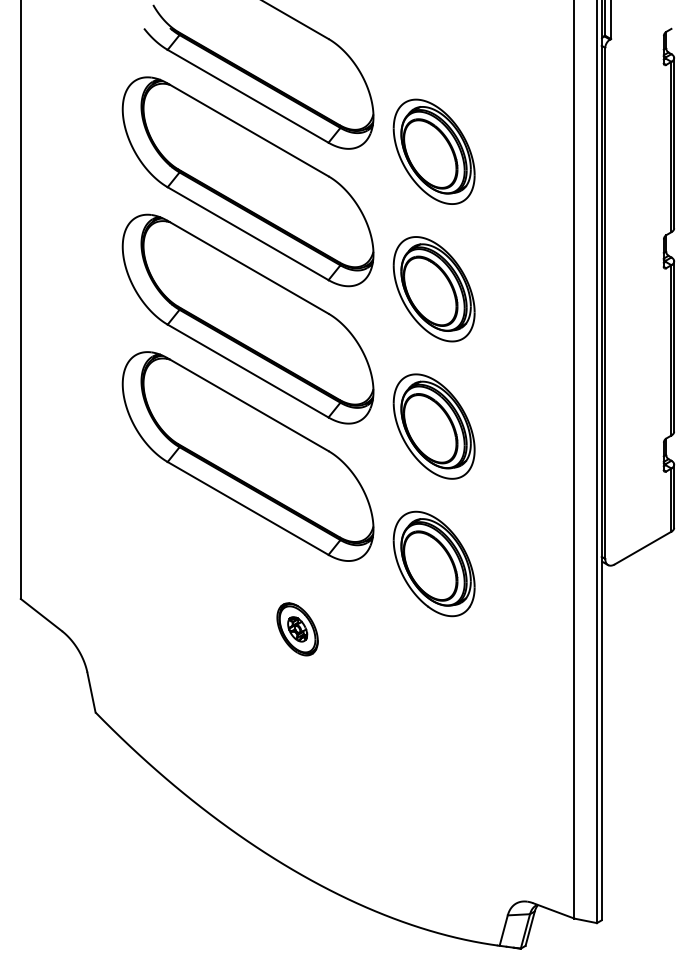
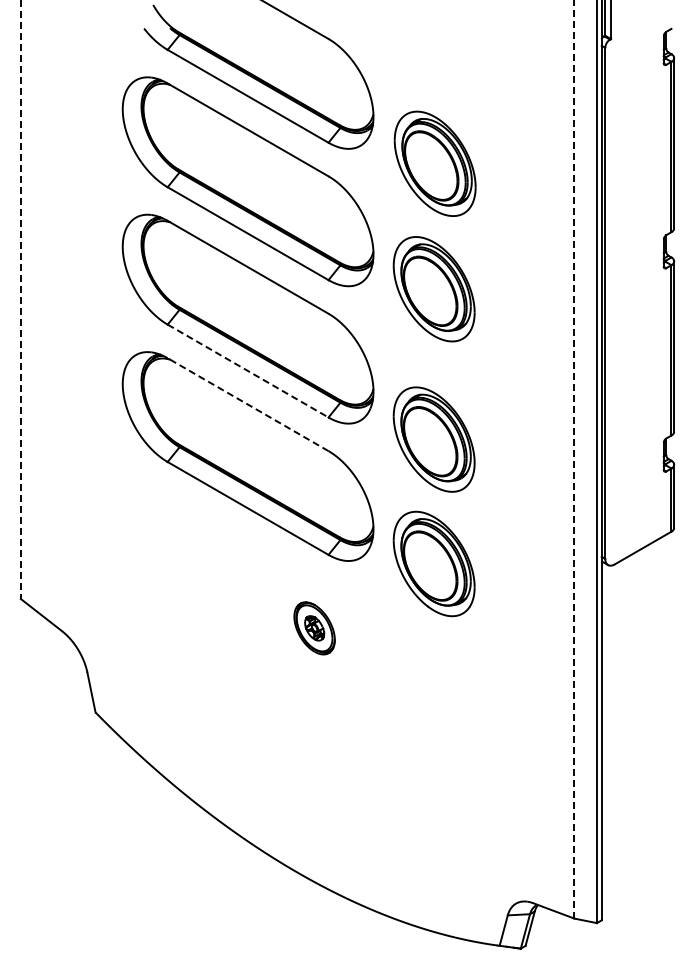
part at (433, 151) position: (433, 151) -> (434, 163)
line at (20, 300): solid -> dashed
line at (248, 371): solid -> dashed
line at (248, 404): solid -> dashed
part at (433, 426) position: (433, 426) -> (433, 439)
line at (574, 459): solid -> dashed
part at (297, 629) position: (297, 629) -> (314, 628)
